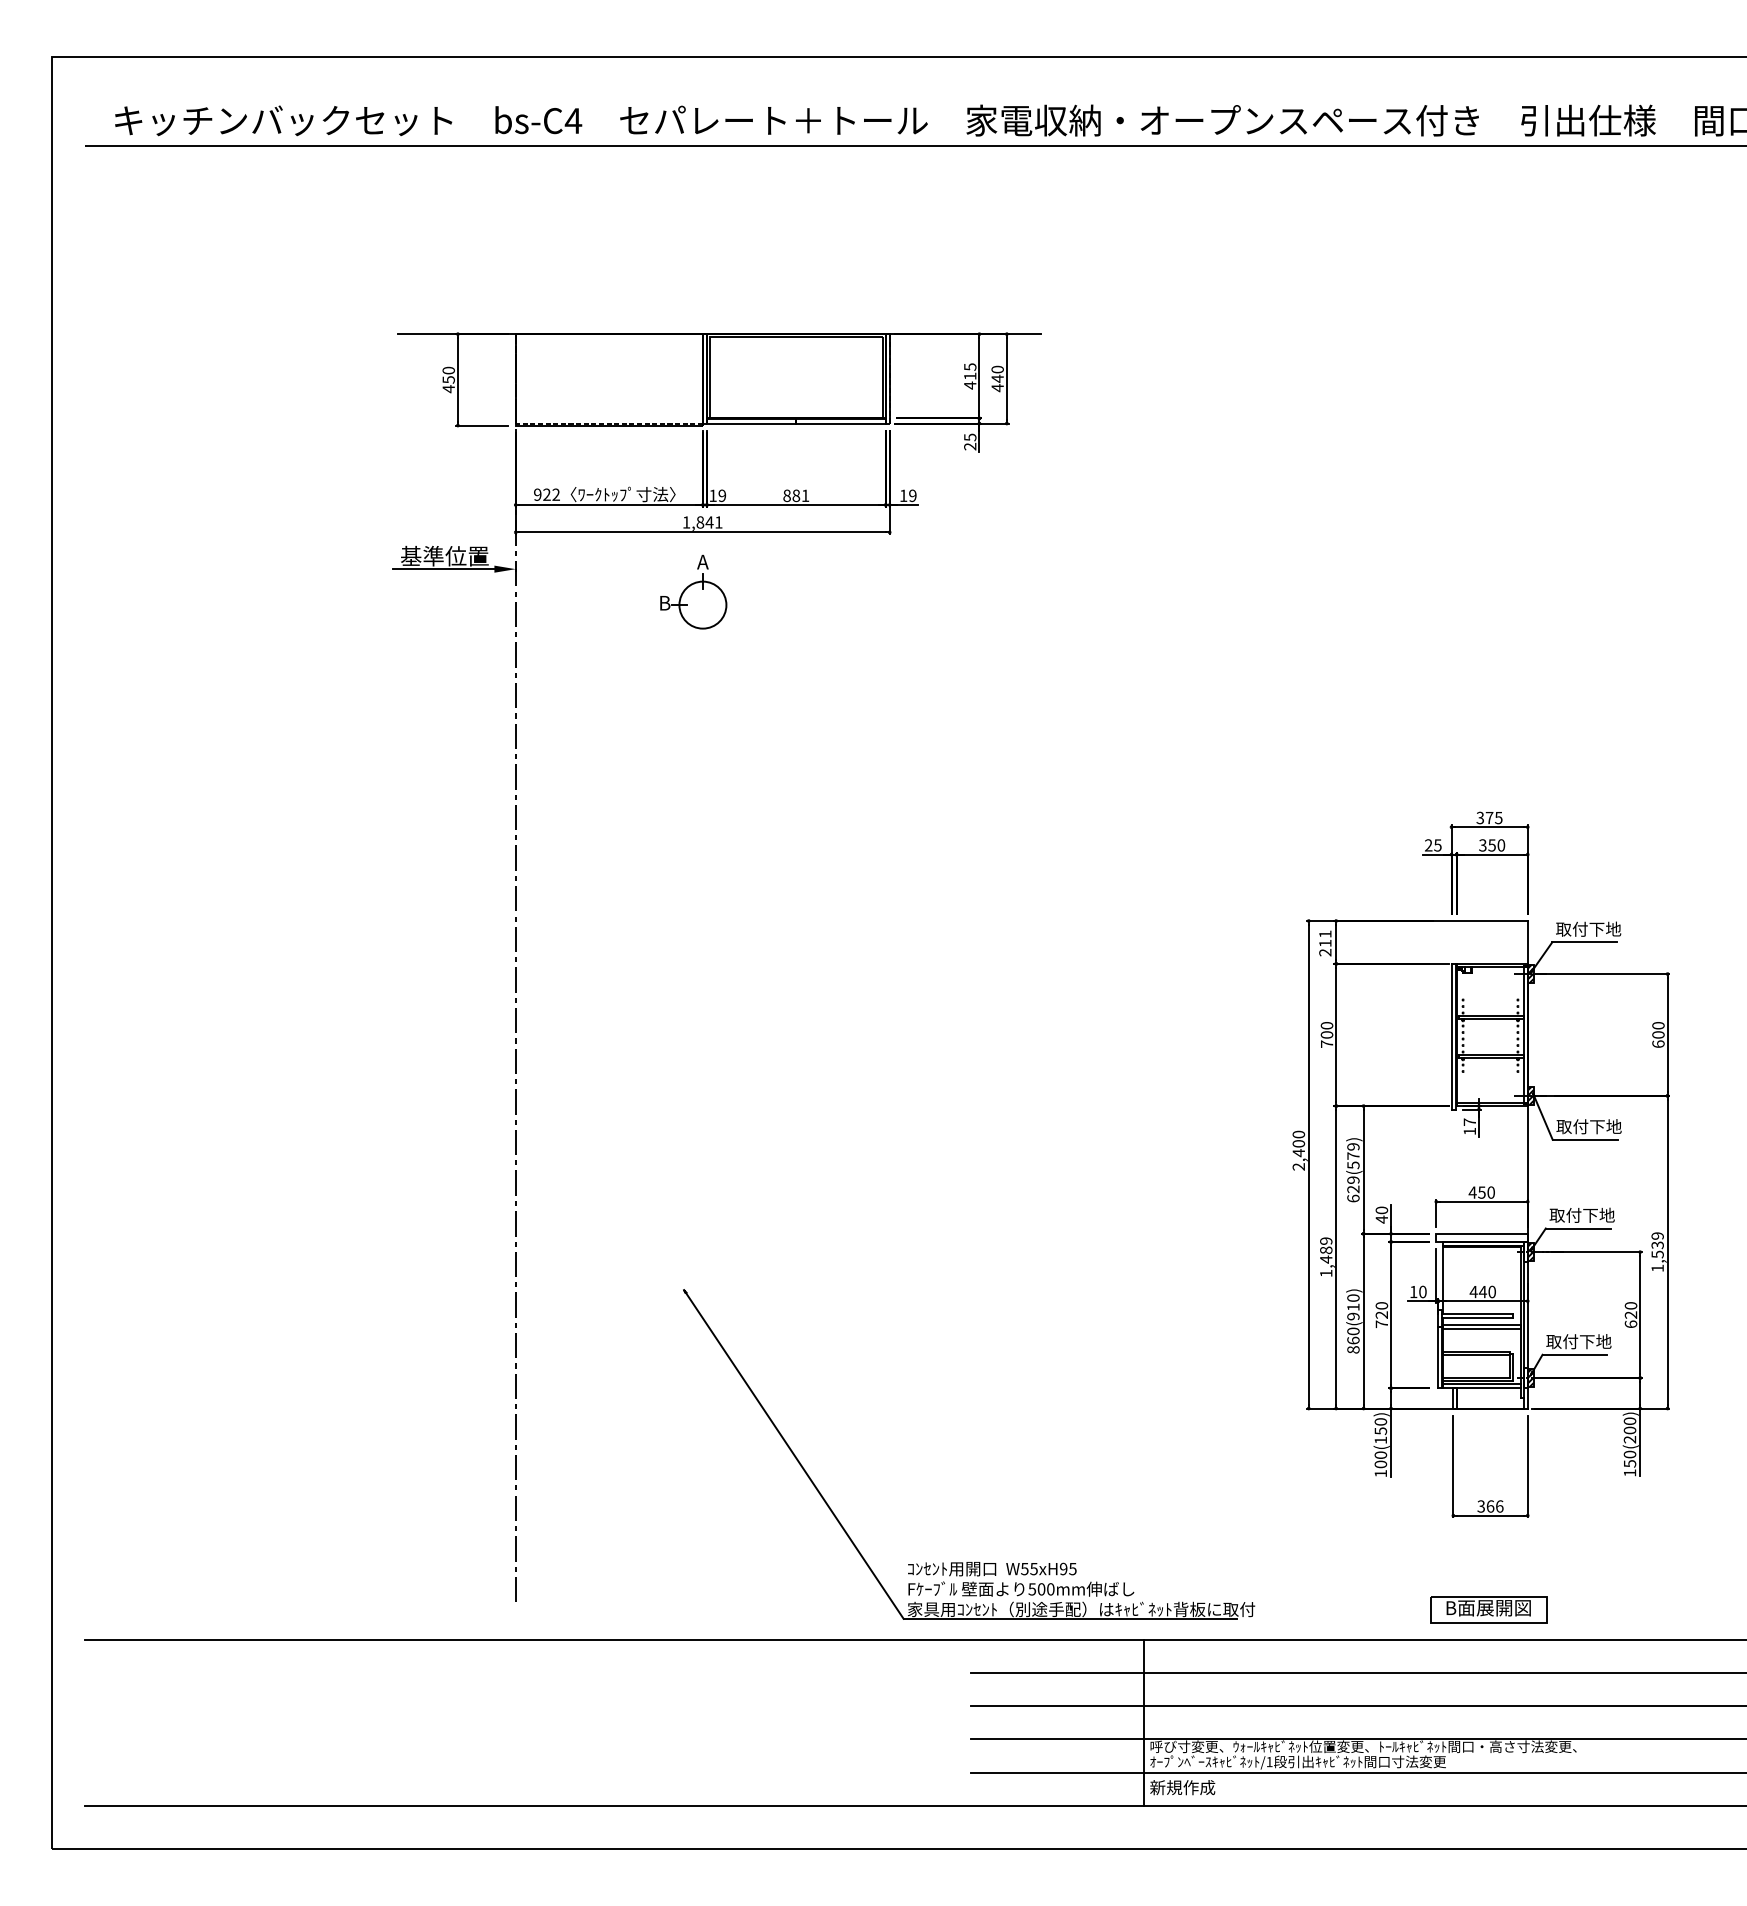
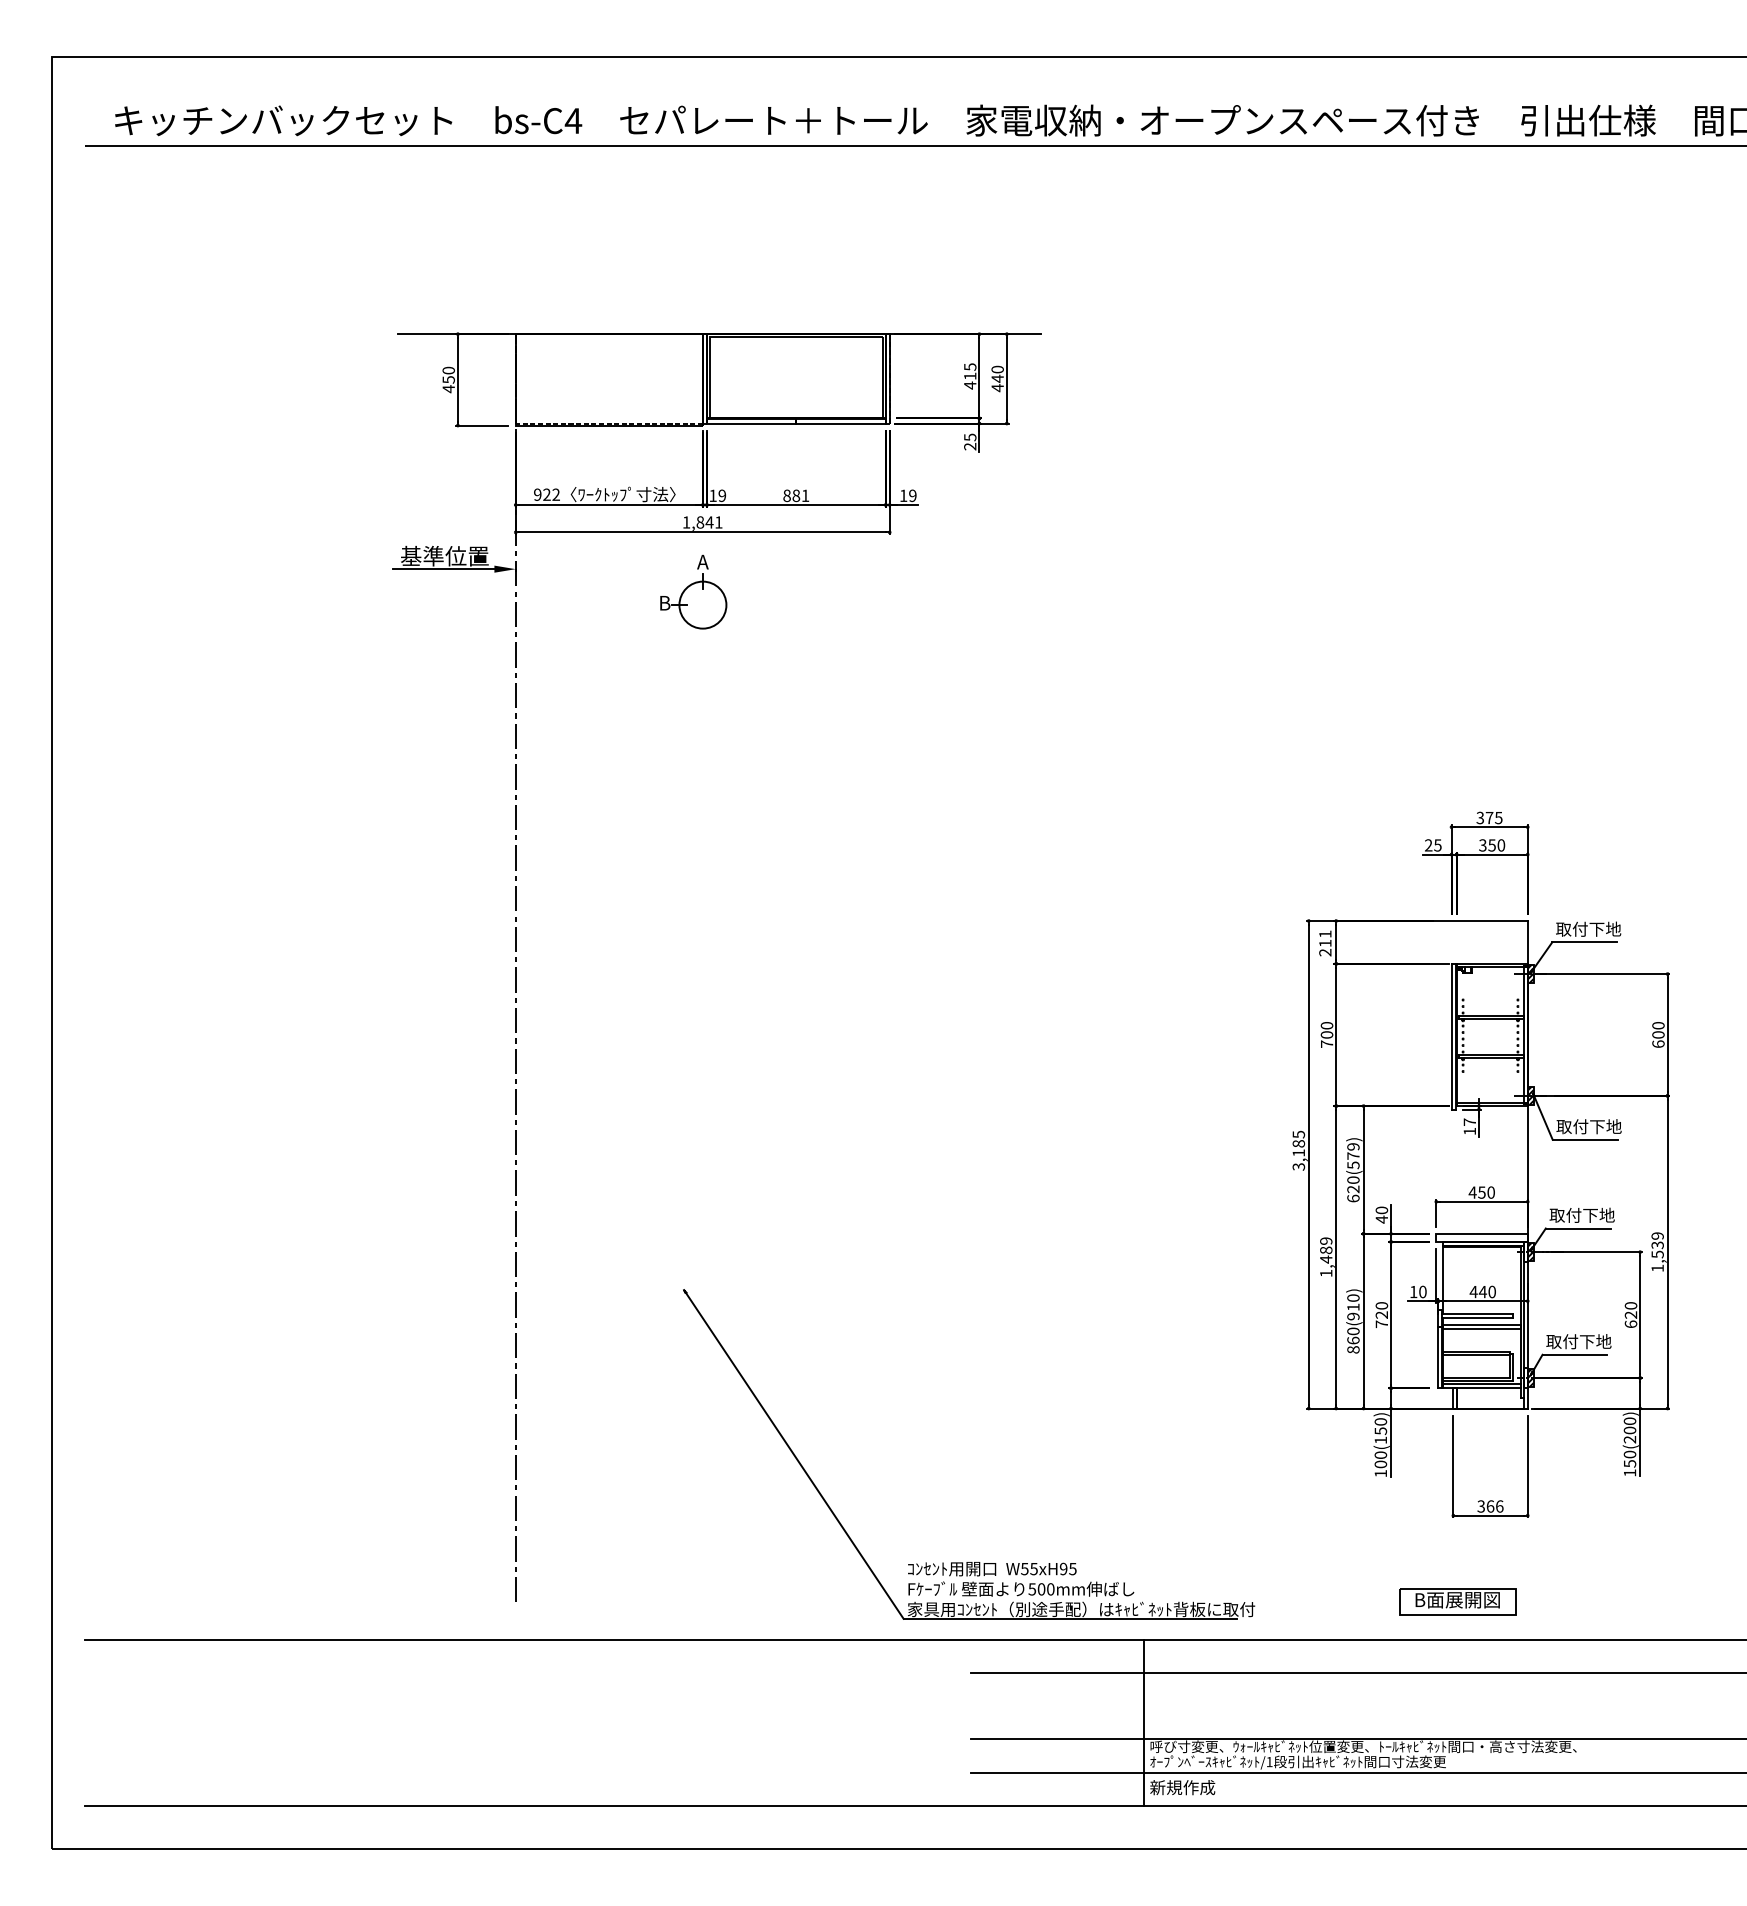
text at (1298, 1150): 2,400 -> 3,185
text at (1353, 1179): 629(579) -> 620(579)
part at (1488, 1609) position: (1488, 1609) -> (1457, 1601)
line at (1356, 1706): present -> none
